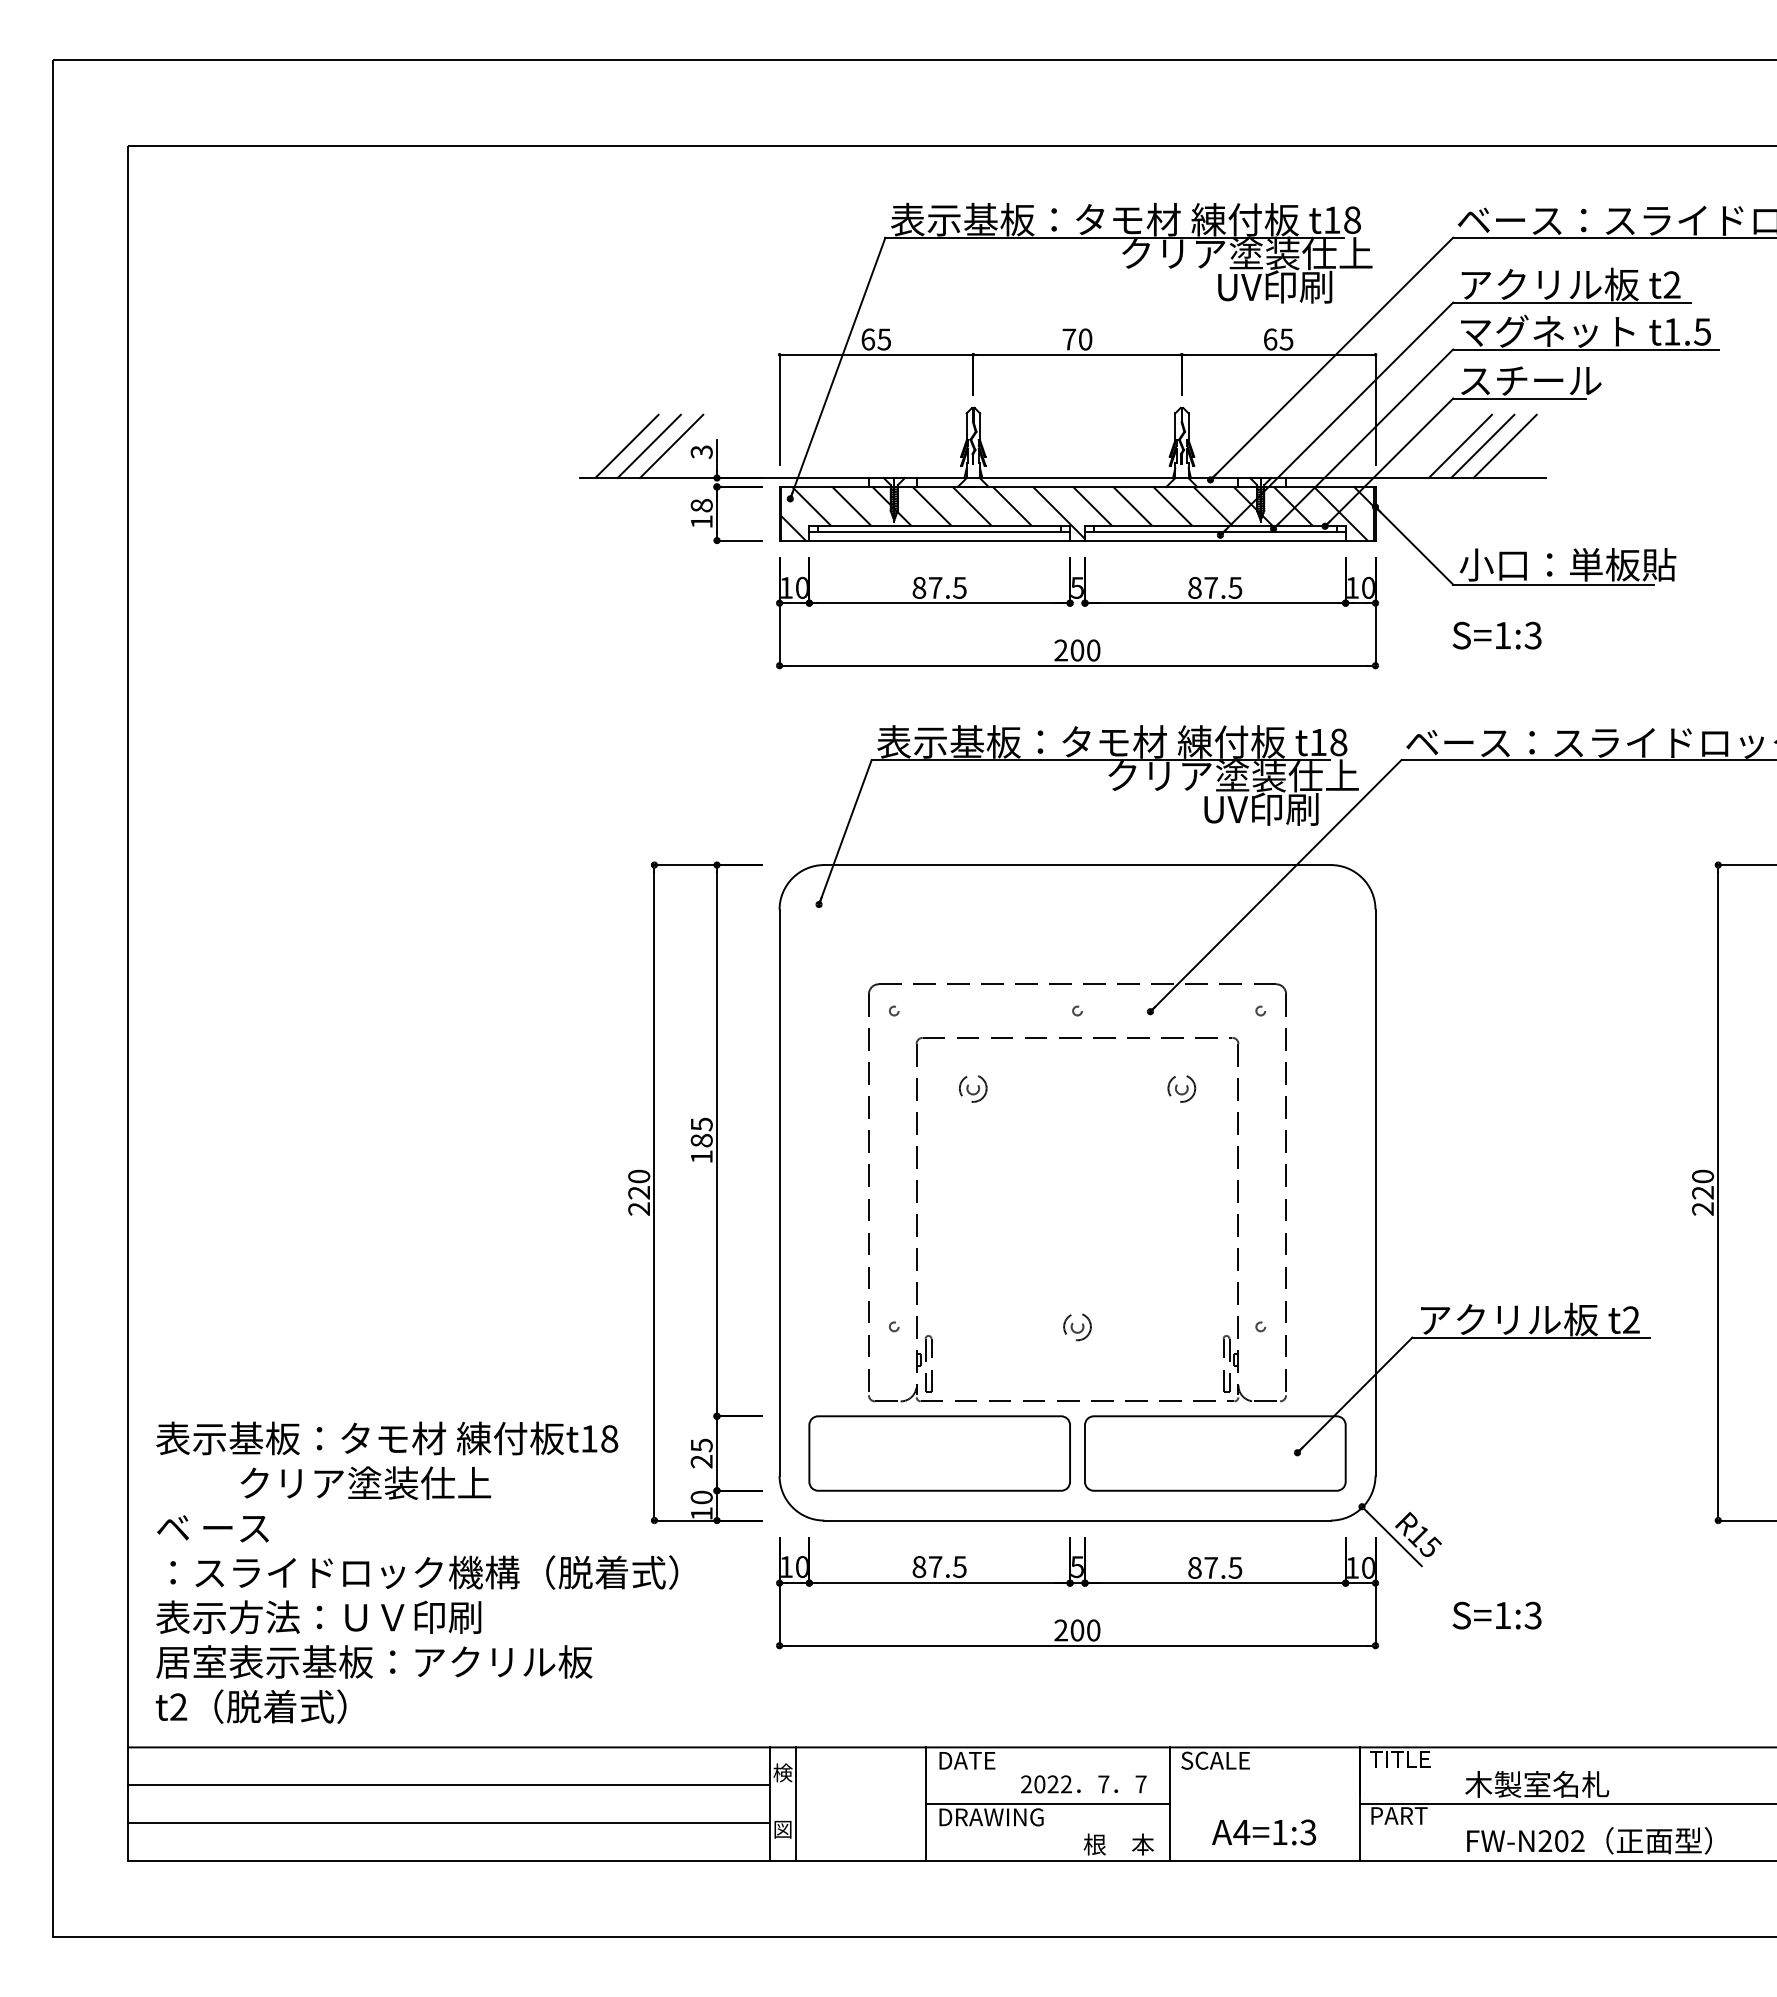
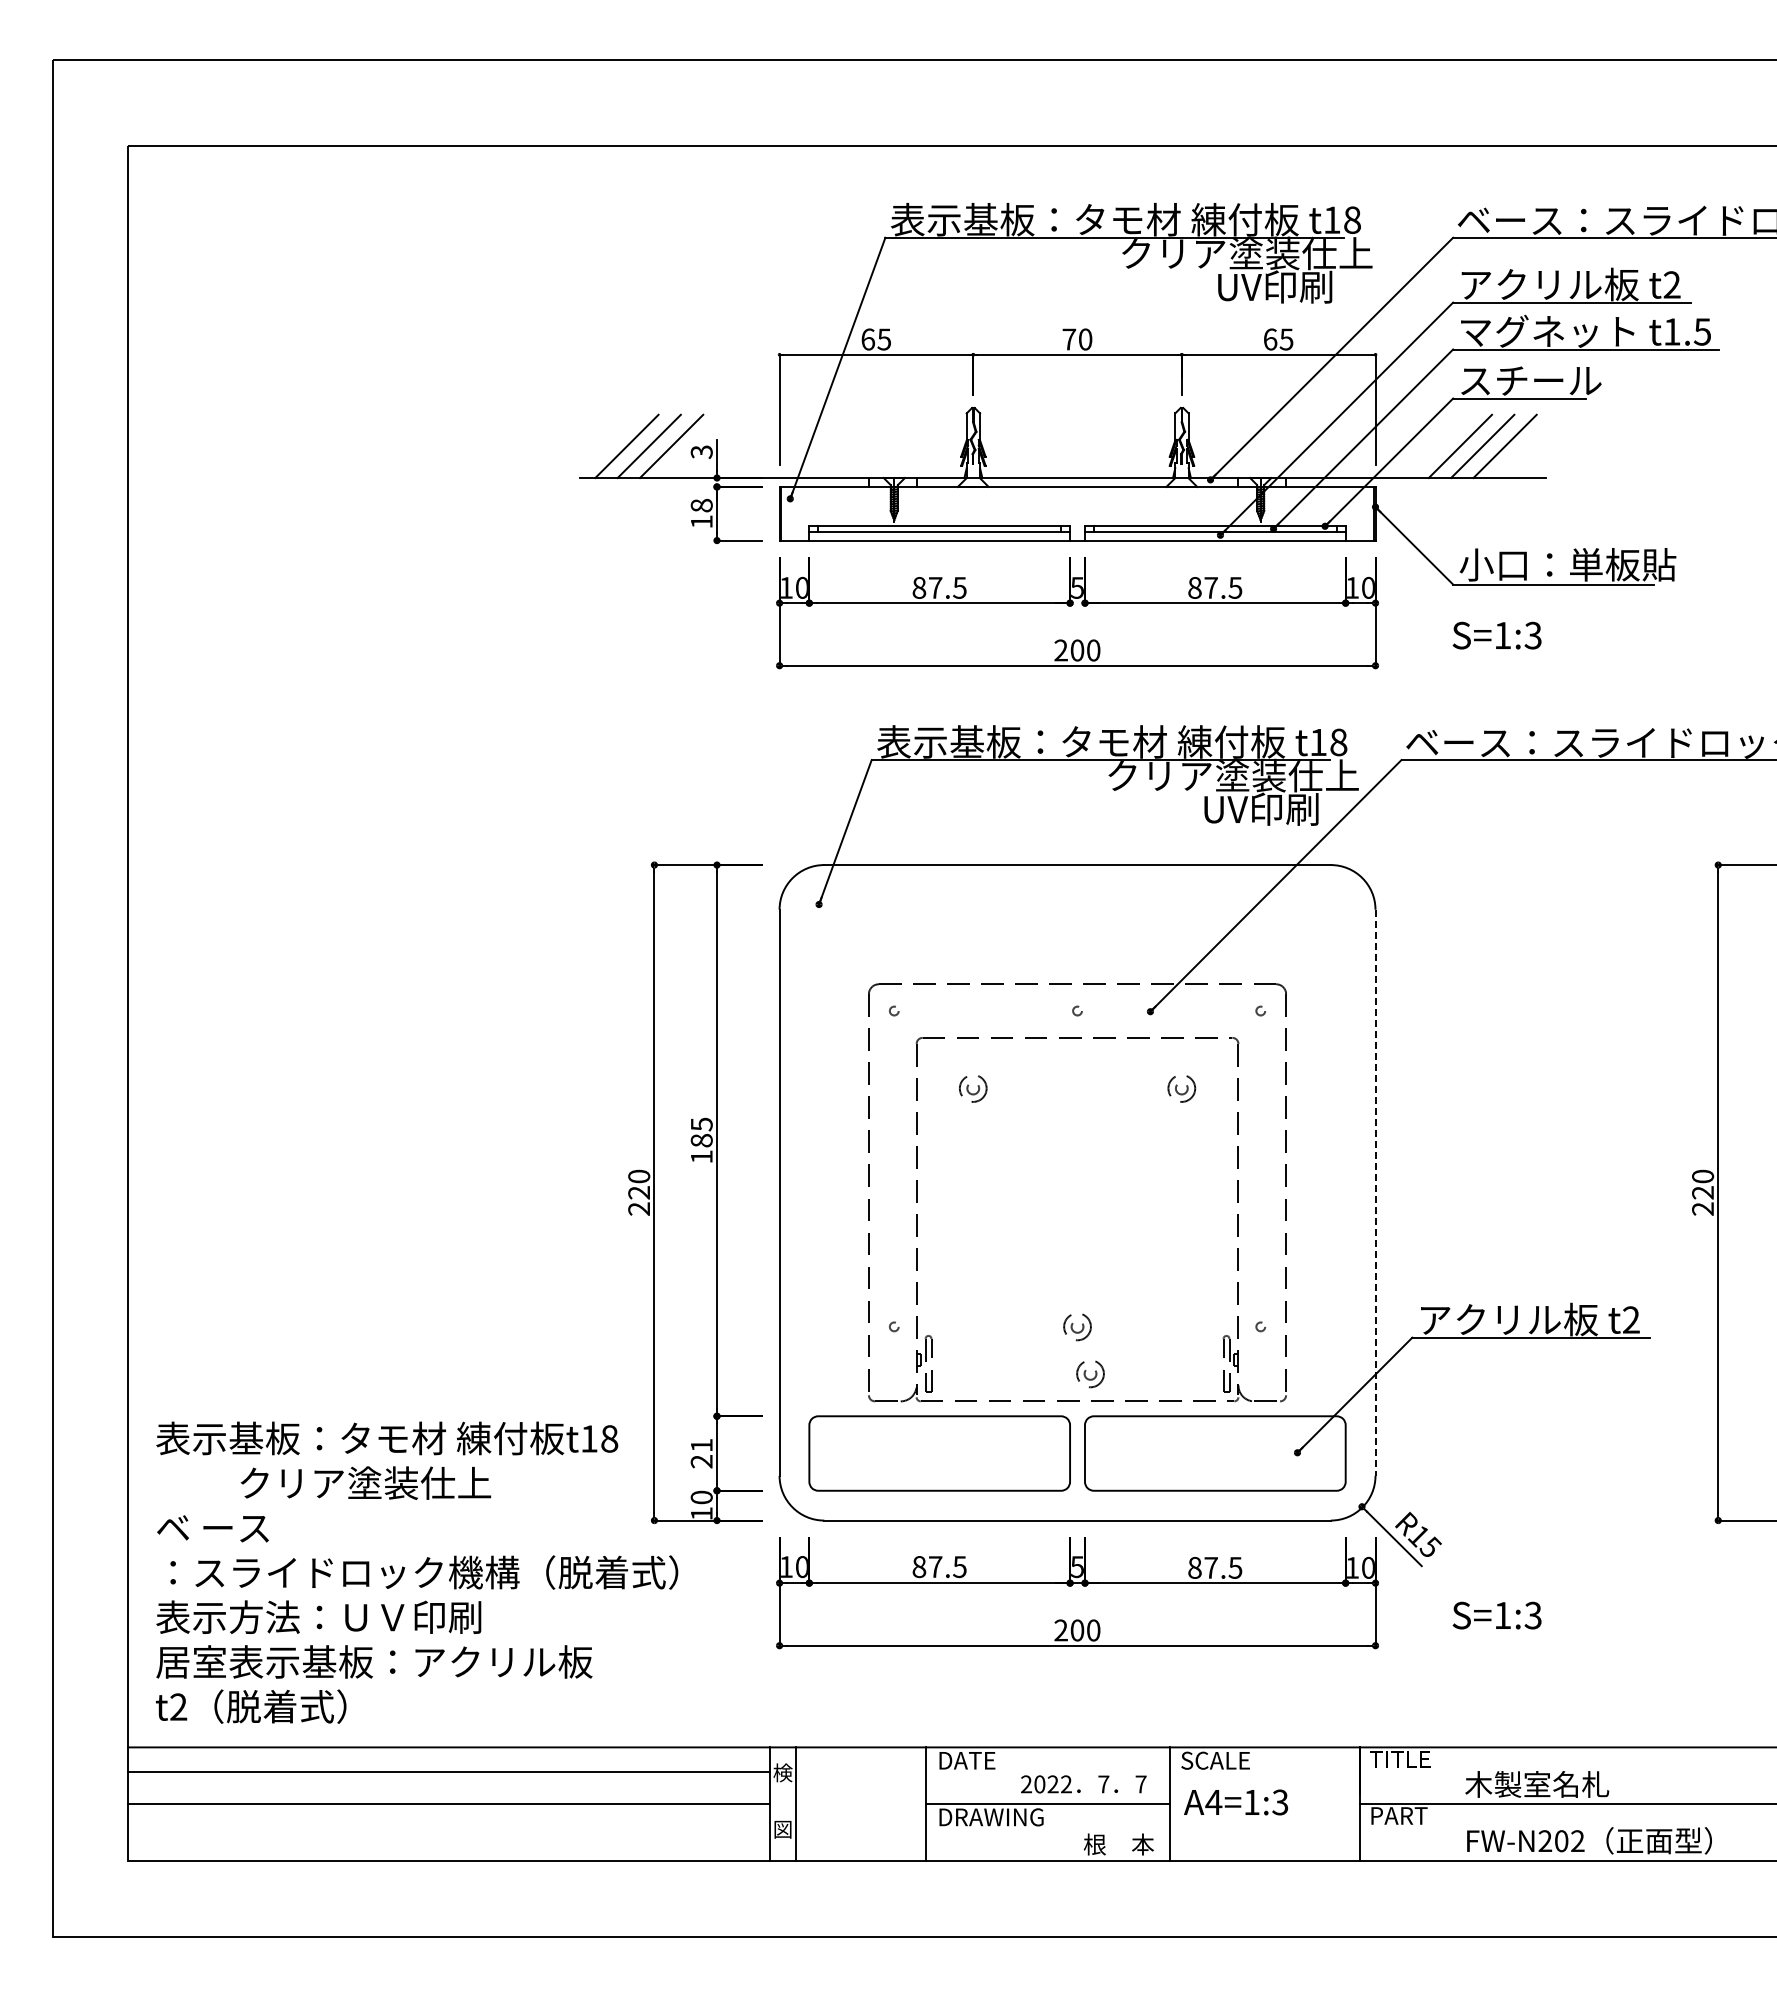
hatch at (1077, 513): present -> none
line at (1375, 1193): solid -> dashed
part at (1090, 1374): none -> present
text at (701, 1445): 25 -> 21
line at (448, 1785) position: (448, 1785) -> (448, 1772)
line at (448, 1822) position: (448, 1822) -> (448, 1803)
text at (1264, 1832) position: (1264, 1832) -> (1236, 1802)
